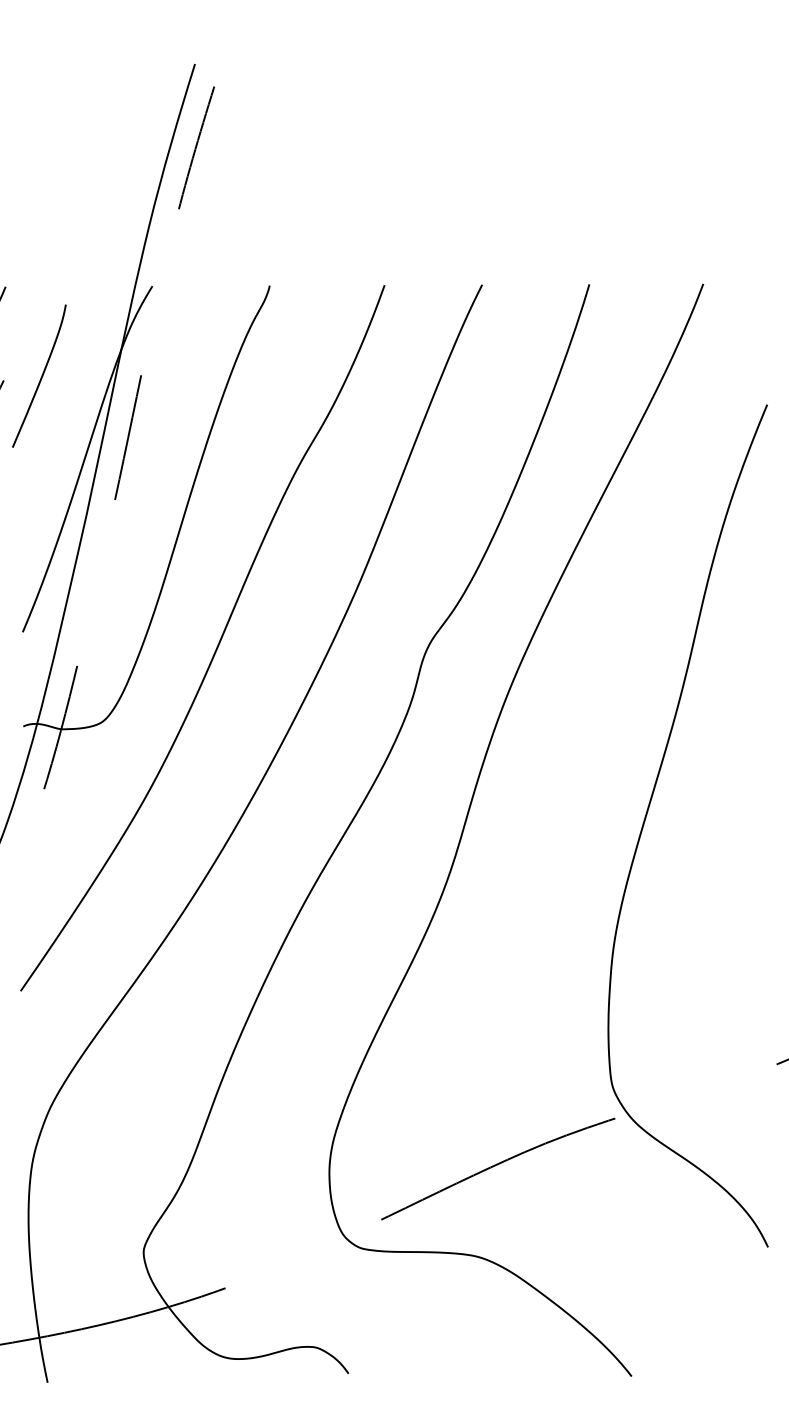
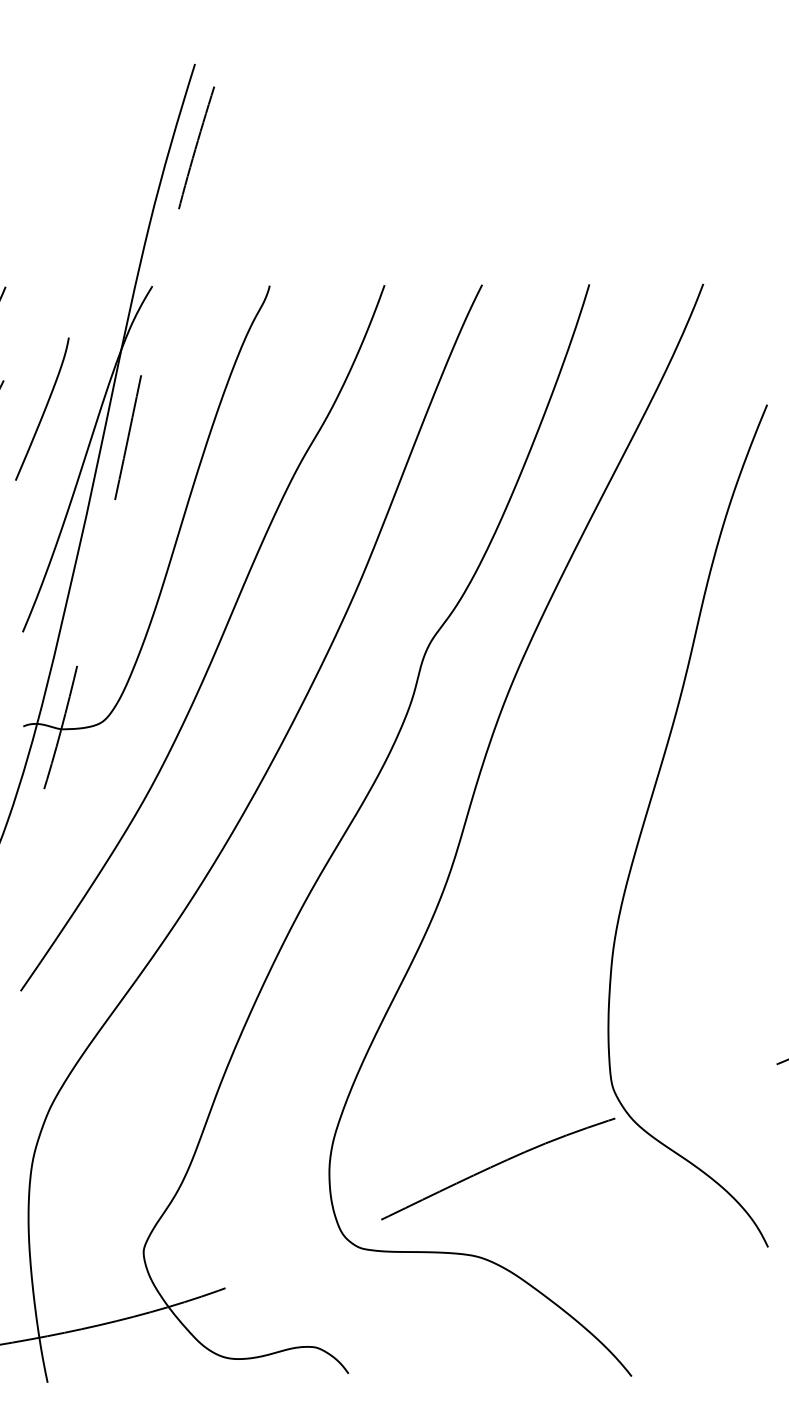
curve at (41, 375) position: (41, 375) -> (44, 408)
